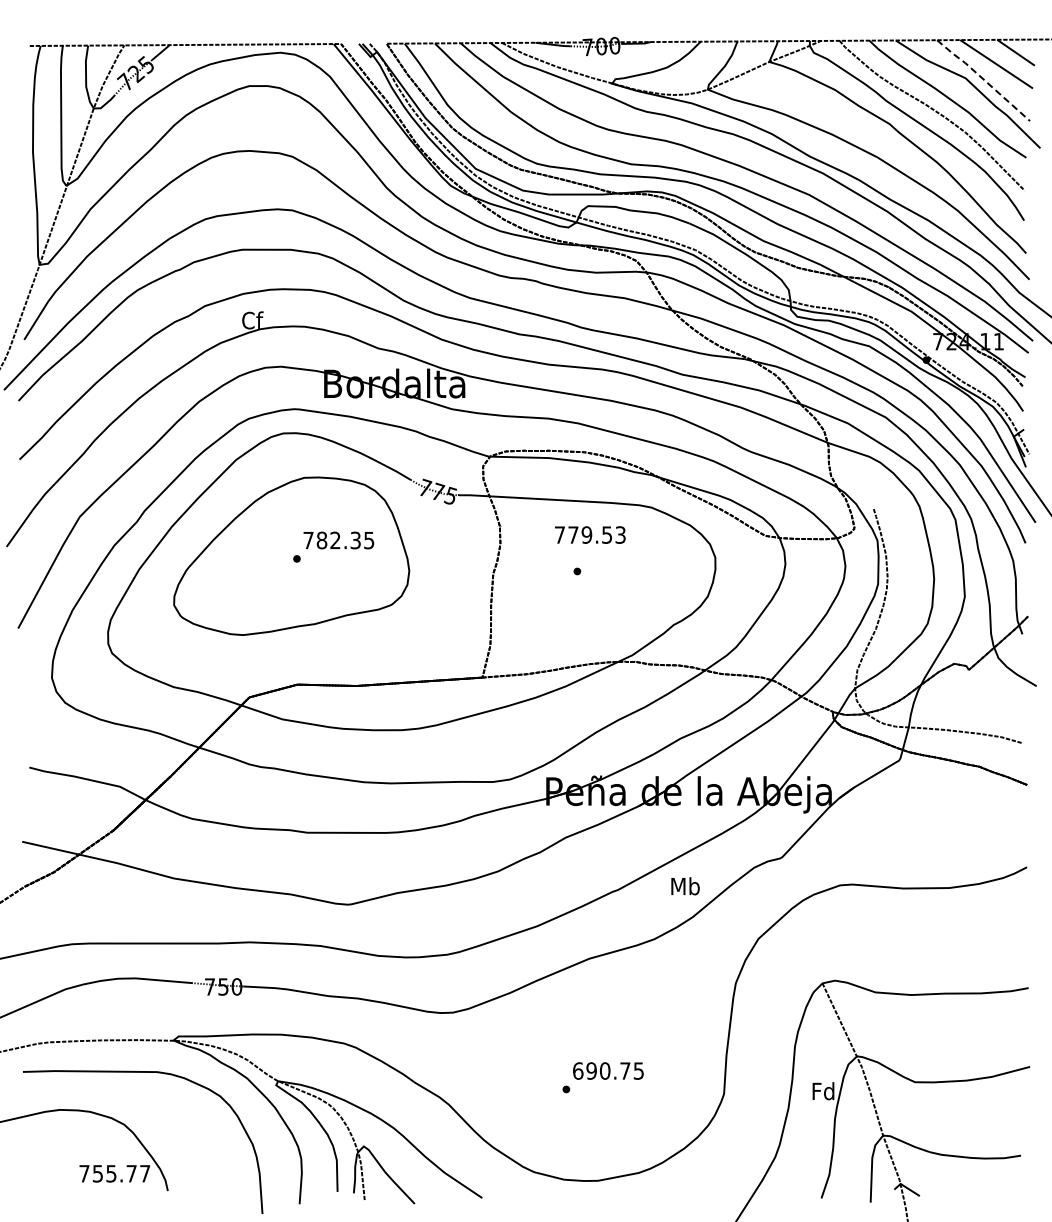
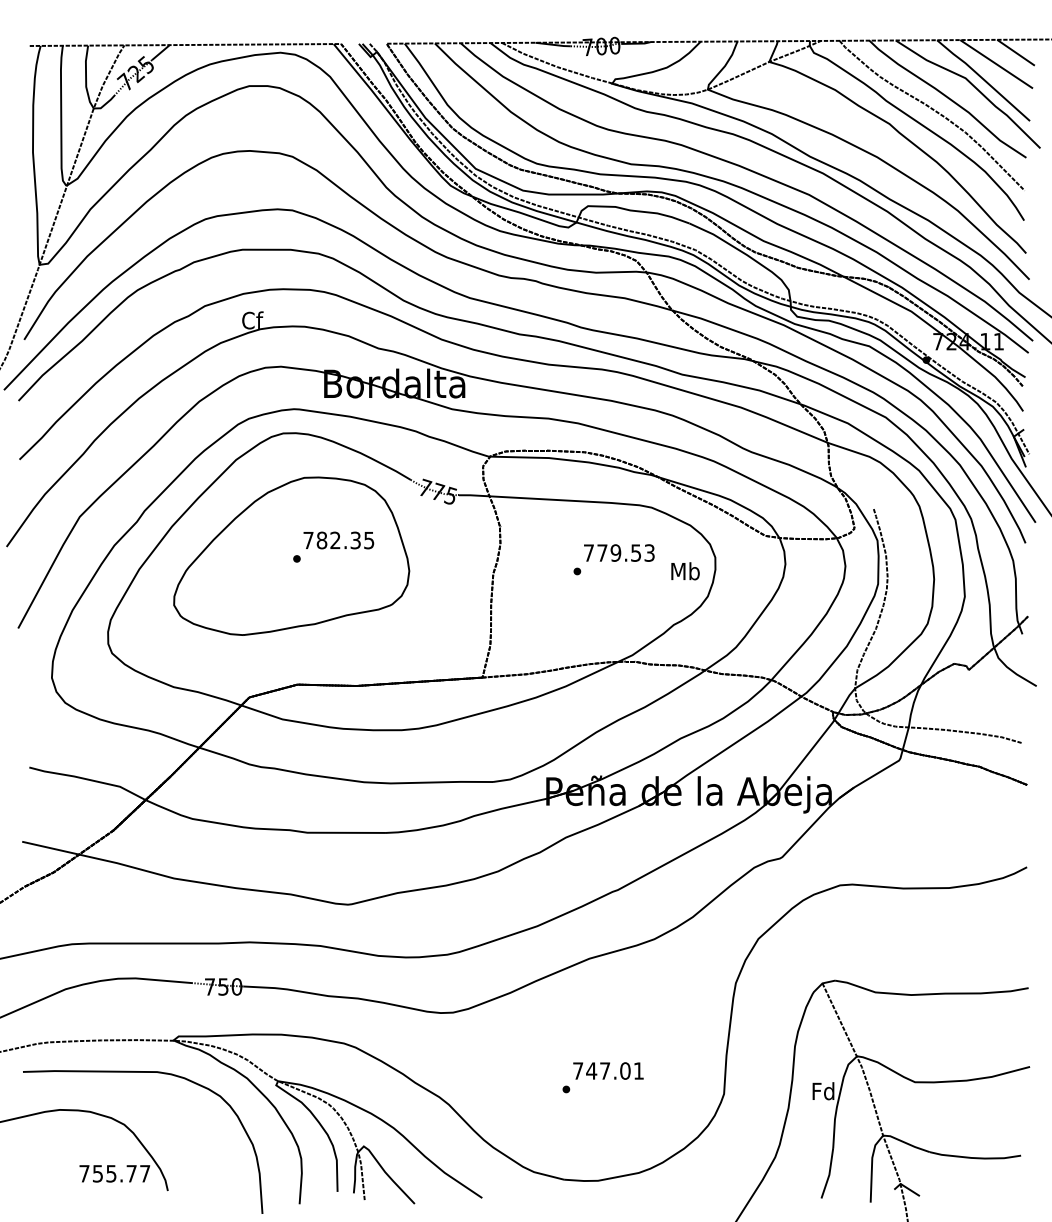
line at (983, 79): dashed -> solid
text at (590, 534) position: (590, 534) -> (619, 552)
text at (685, 886) position: (685, 886) -> (685, 571)
text at (608, 1070): 690.75 -> 747.01
